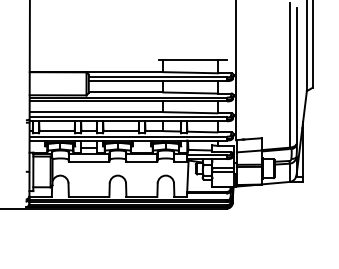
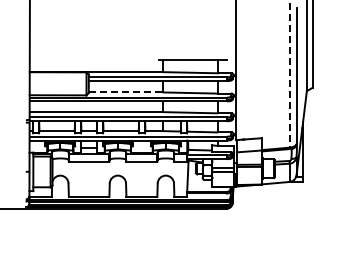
line at (289, 75): solid -> dashed
line at (126, 92): solid -> dashed
